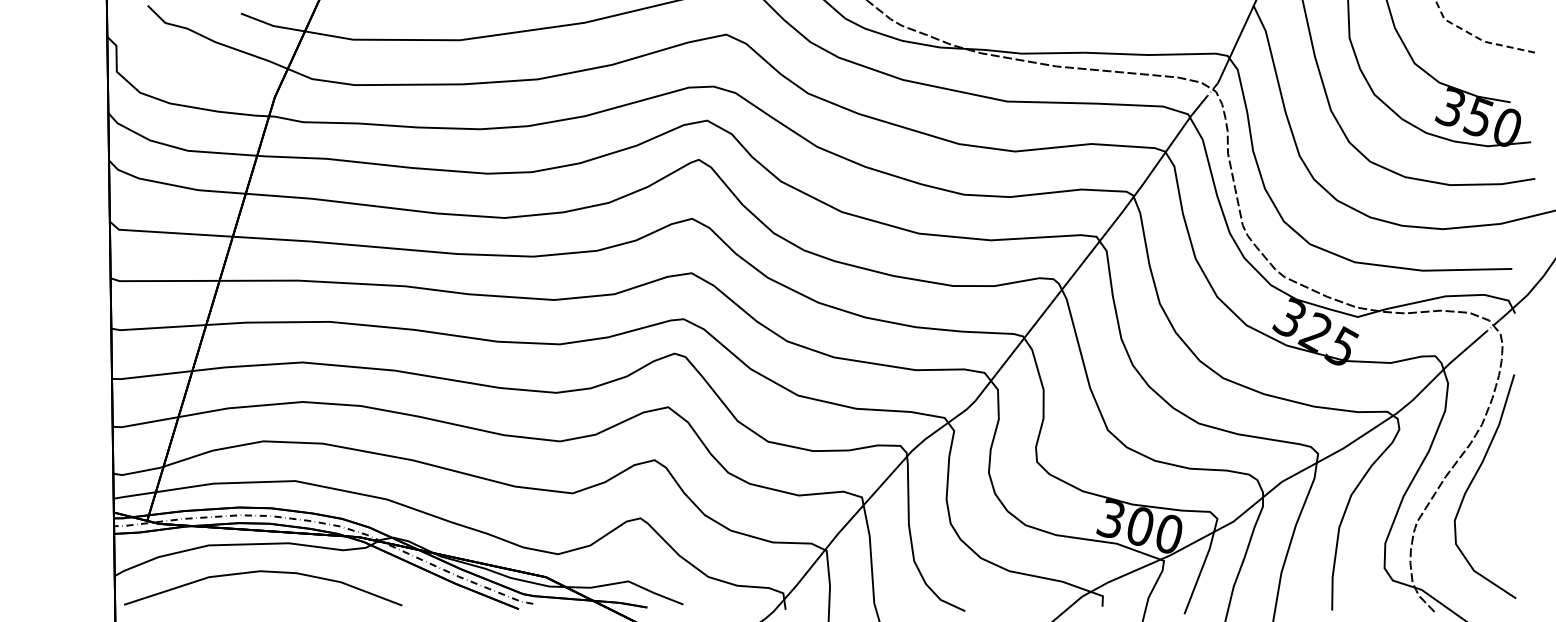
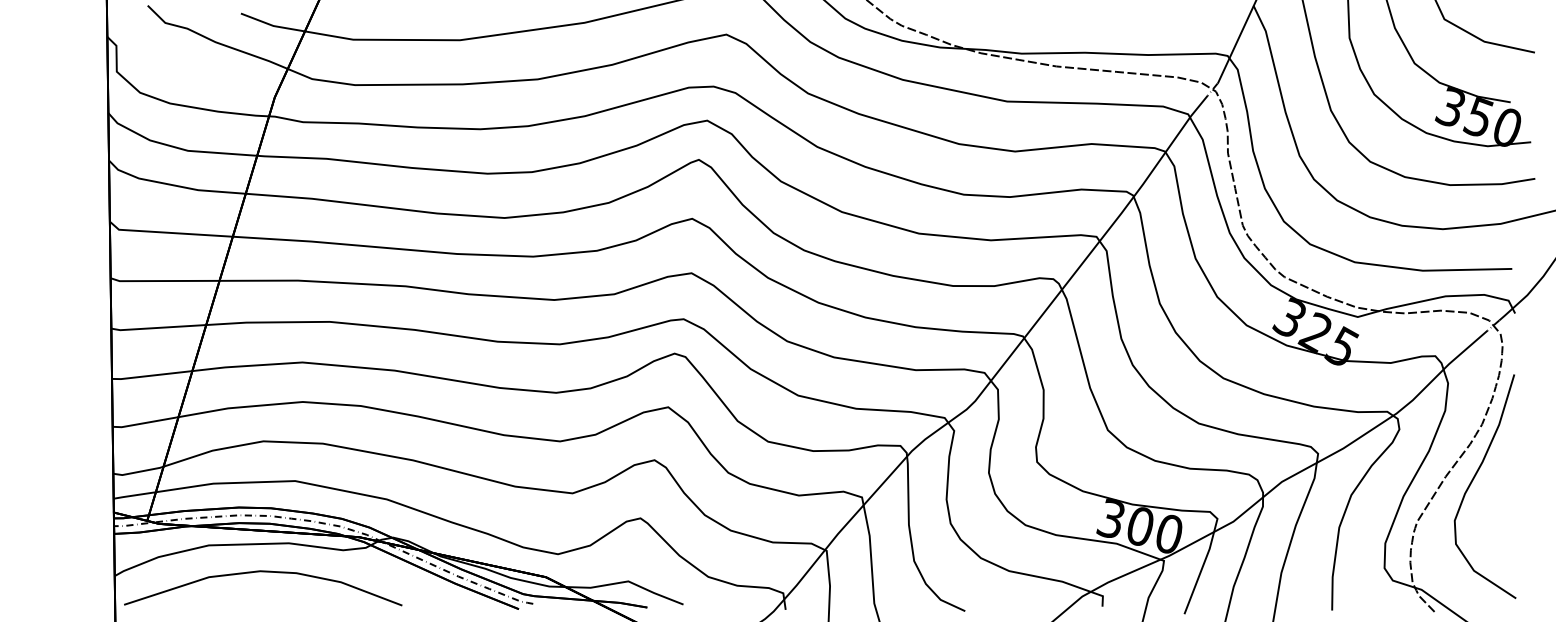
line at (1477, 37): dashed -> solid
